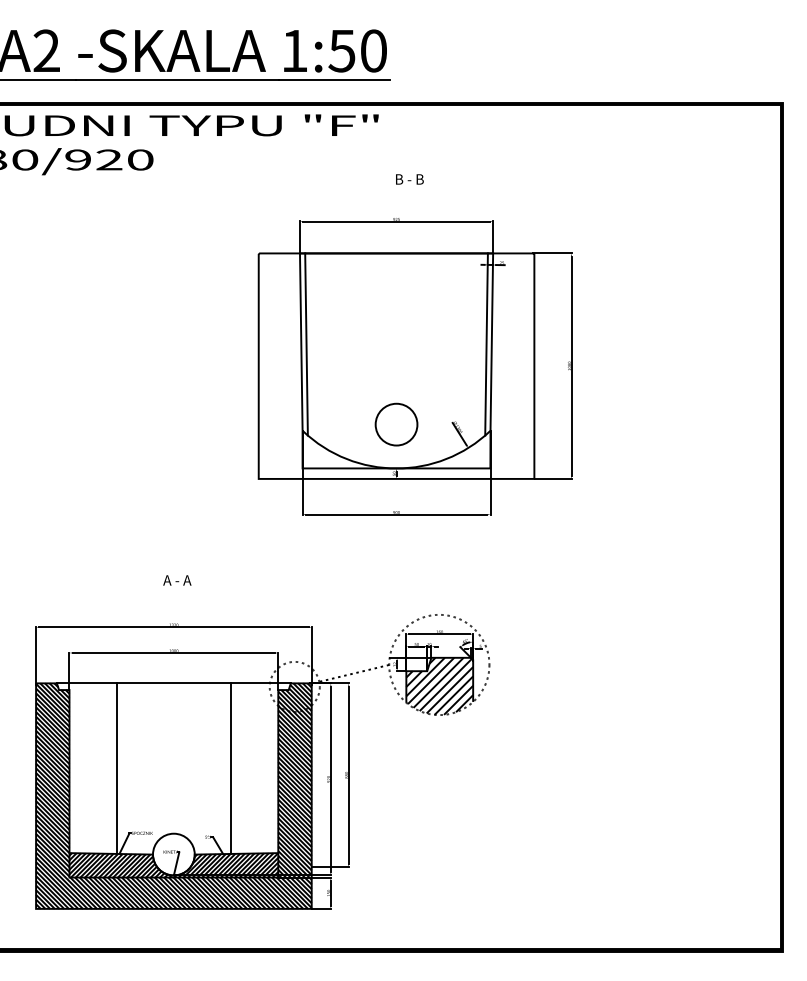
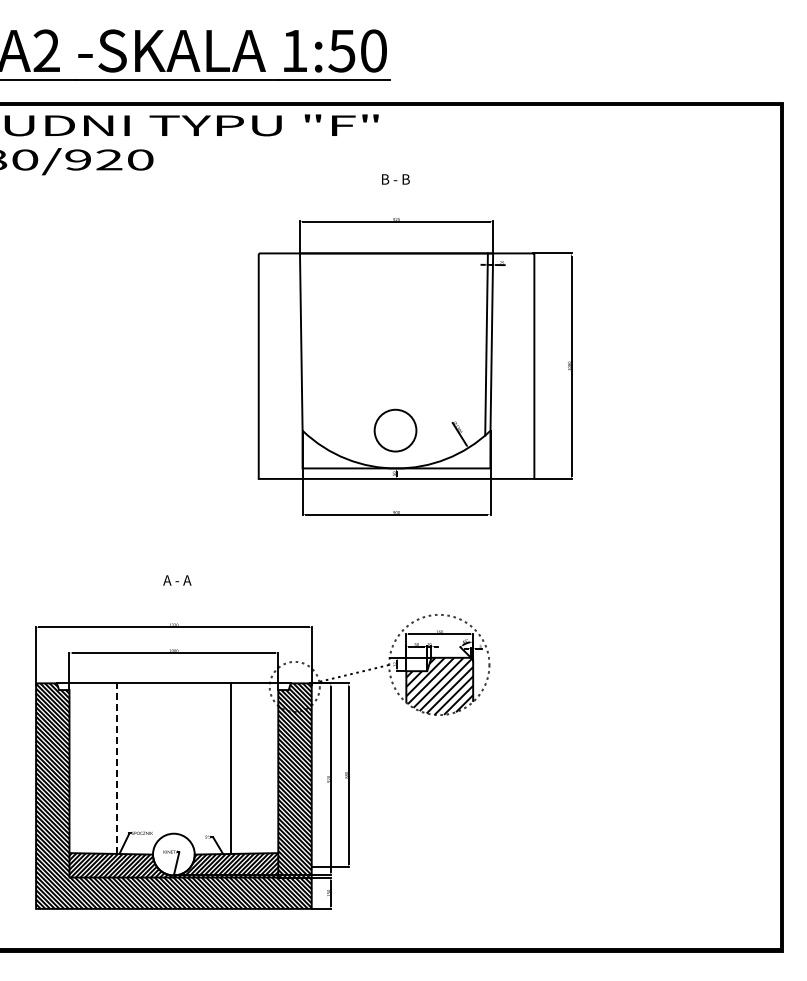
text at (409, 179) position: (409, 179) -> (395, 179)
line at (306, 344): present -> none
circle at (396, 424) position: (396, 424) -> (395, 430)
line at (117, 768): solid -> dashed
